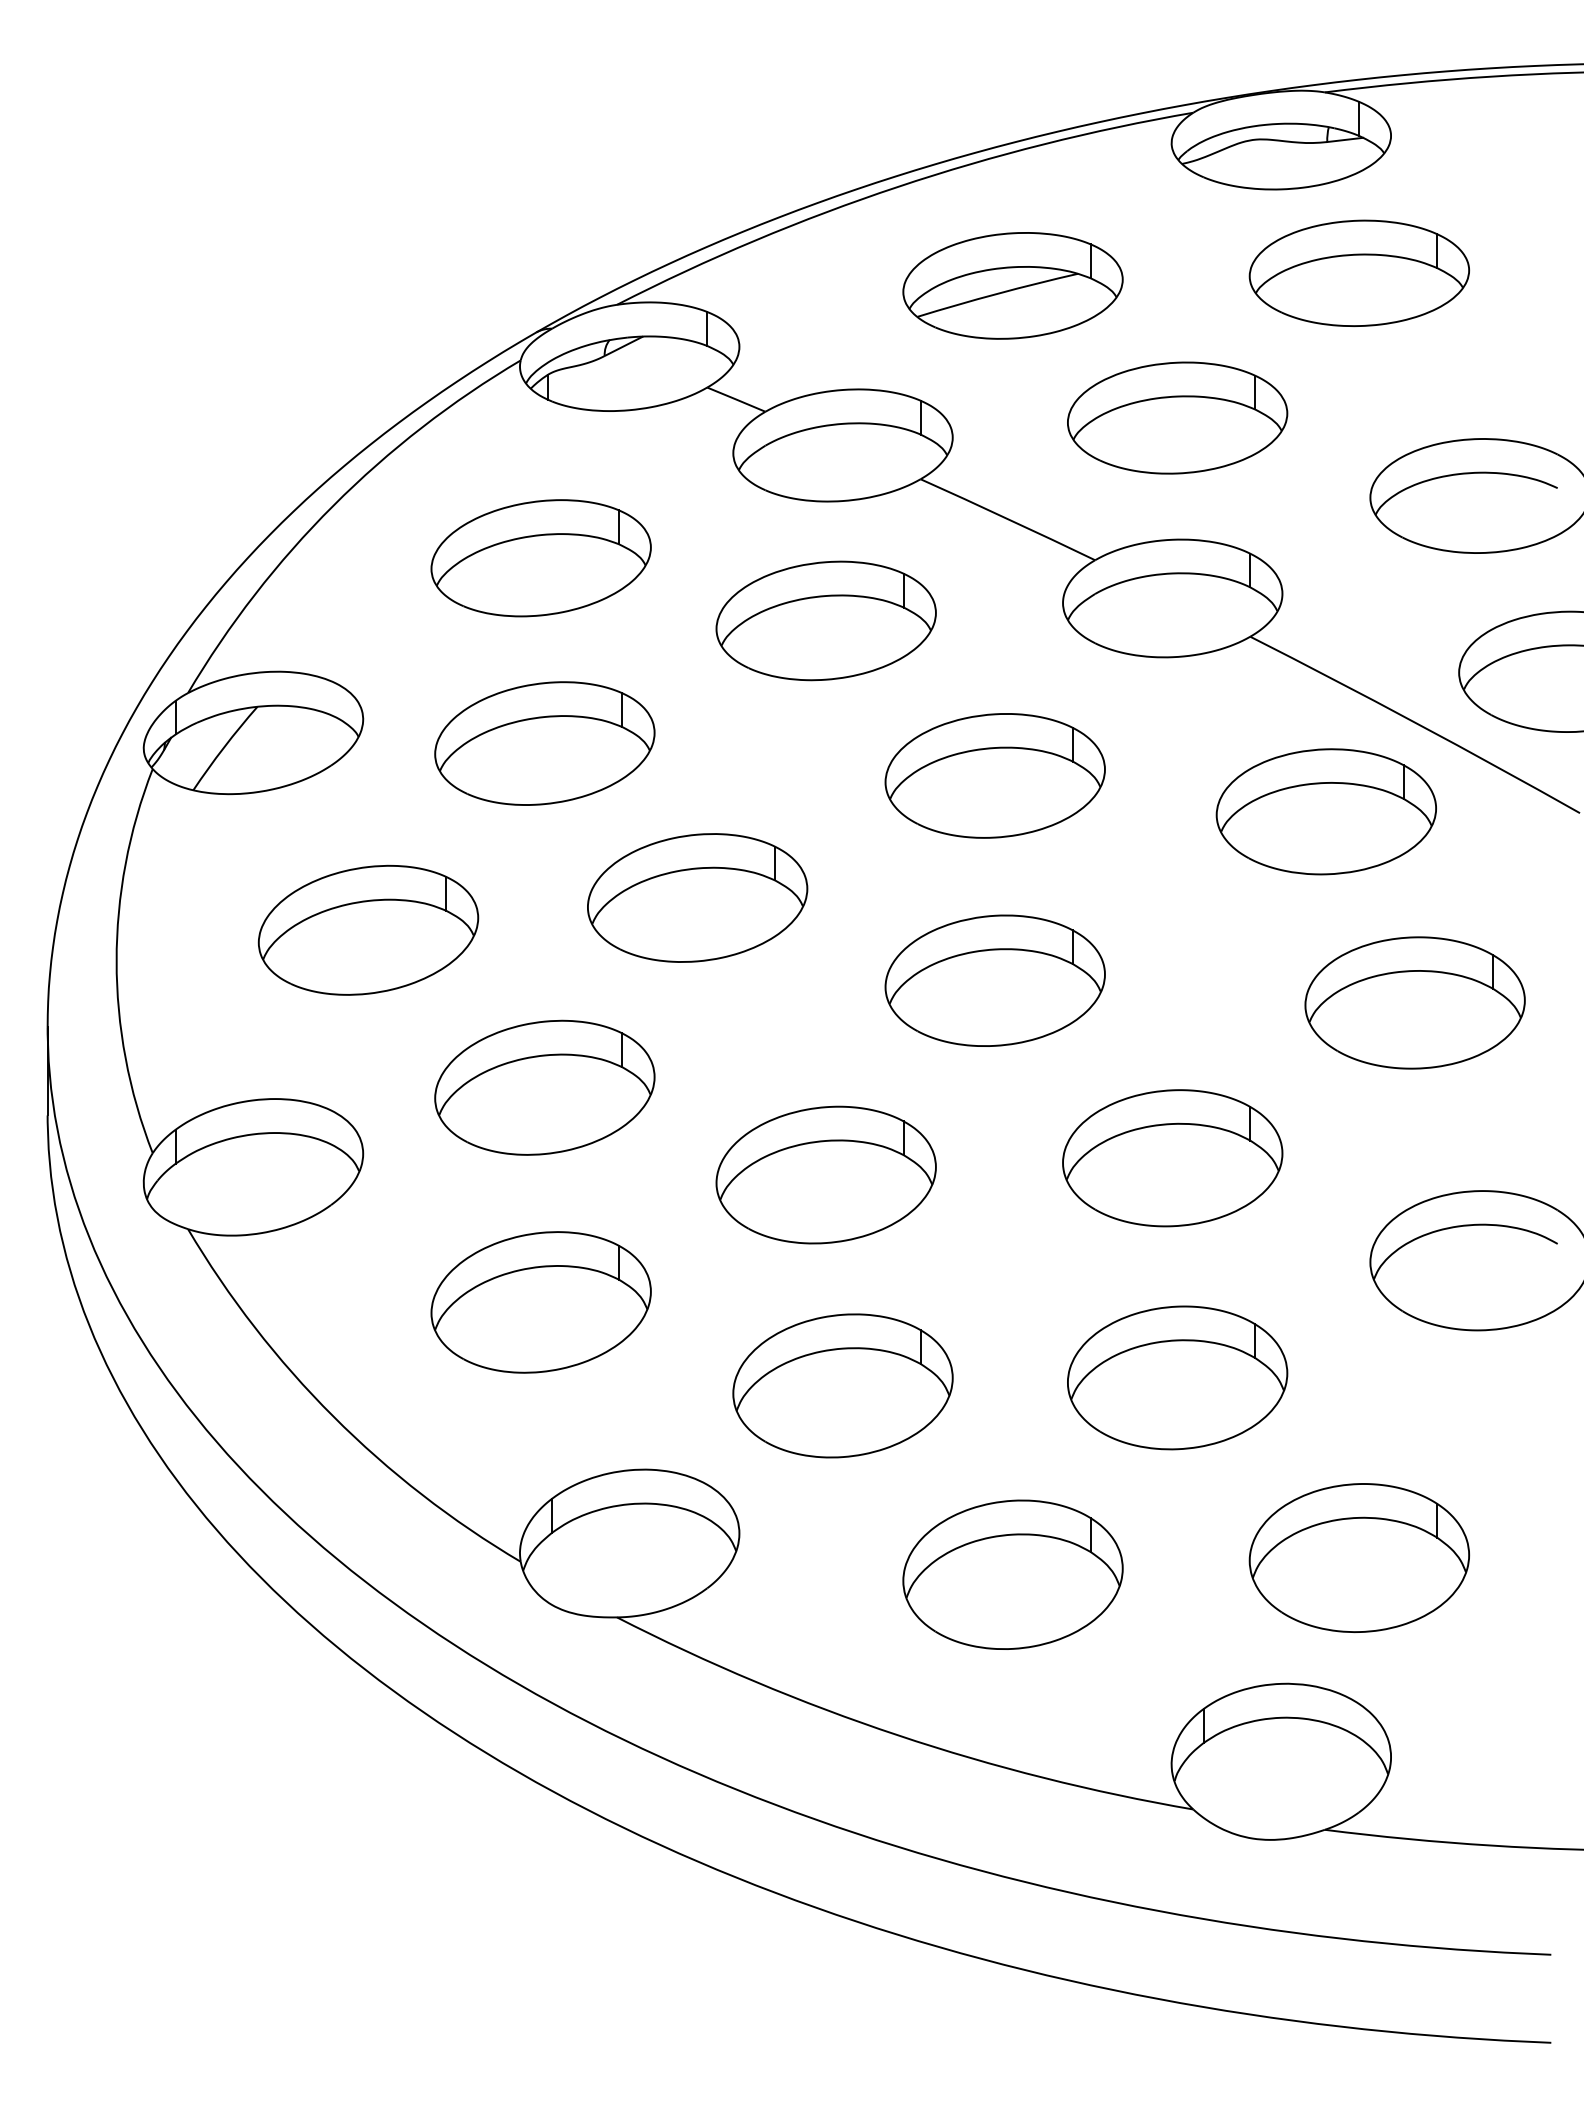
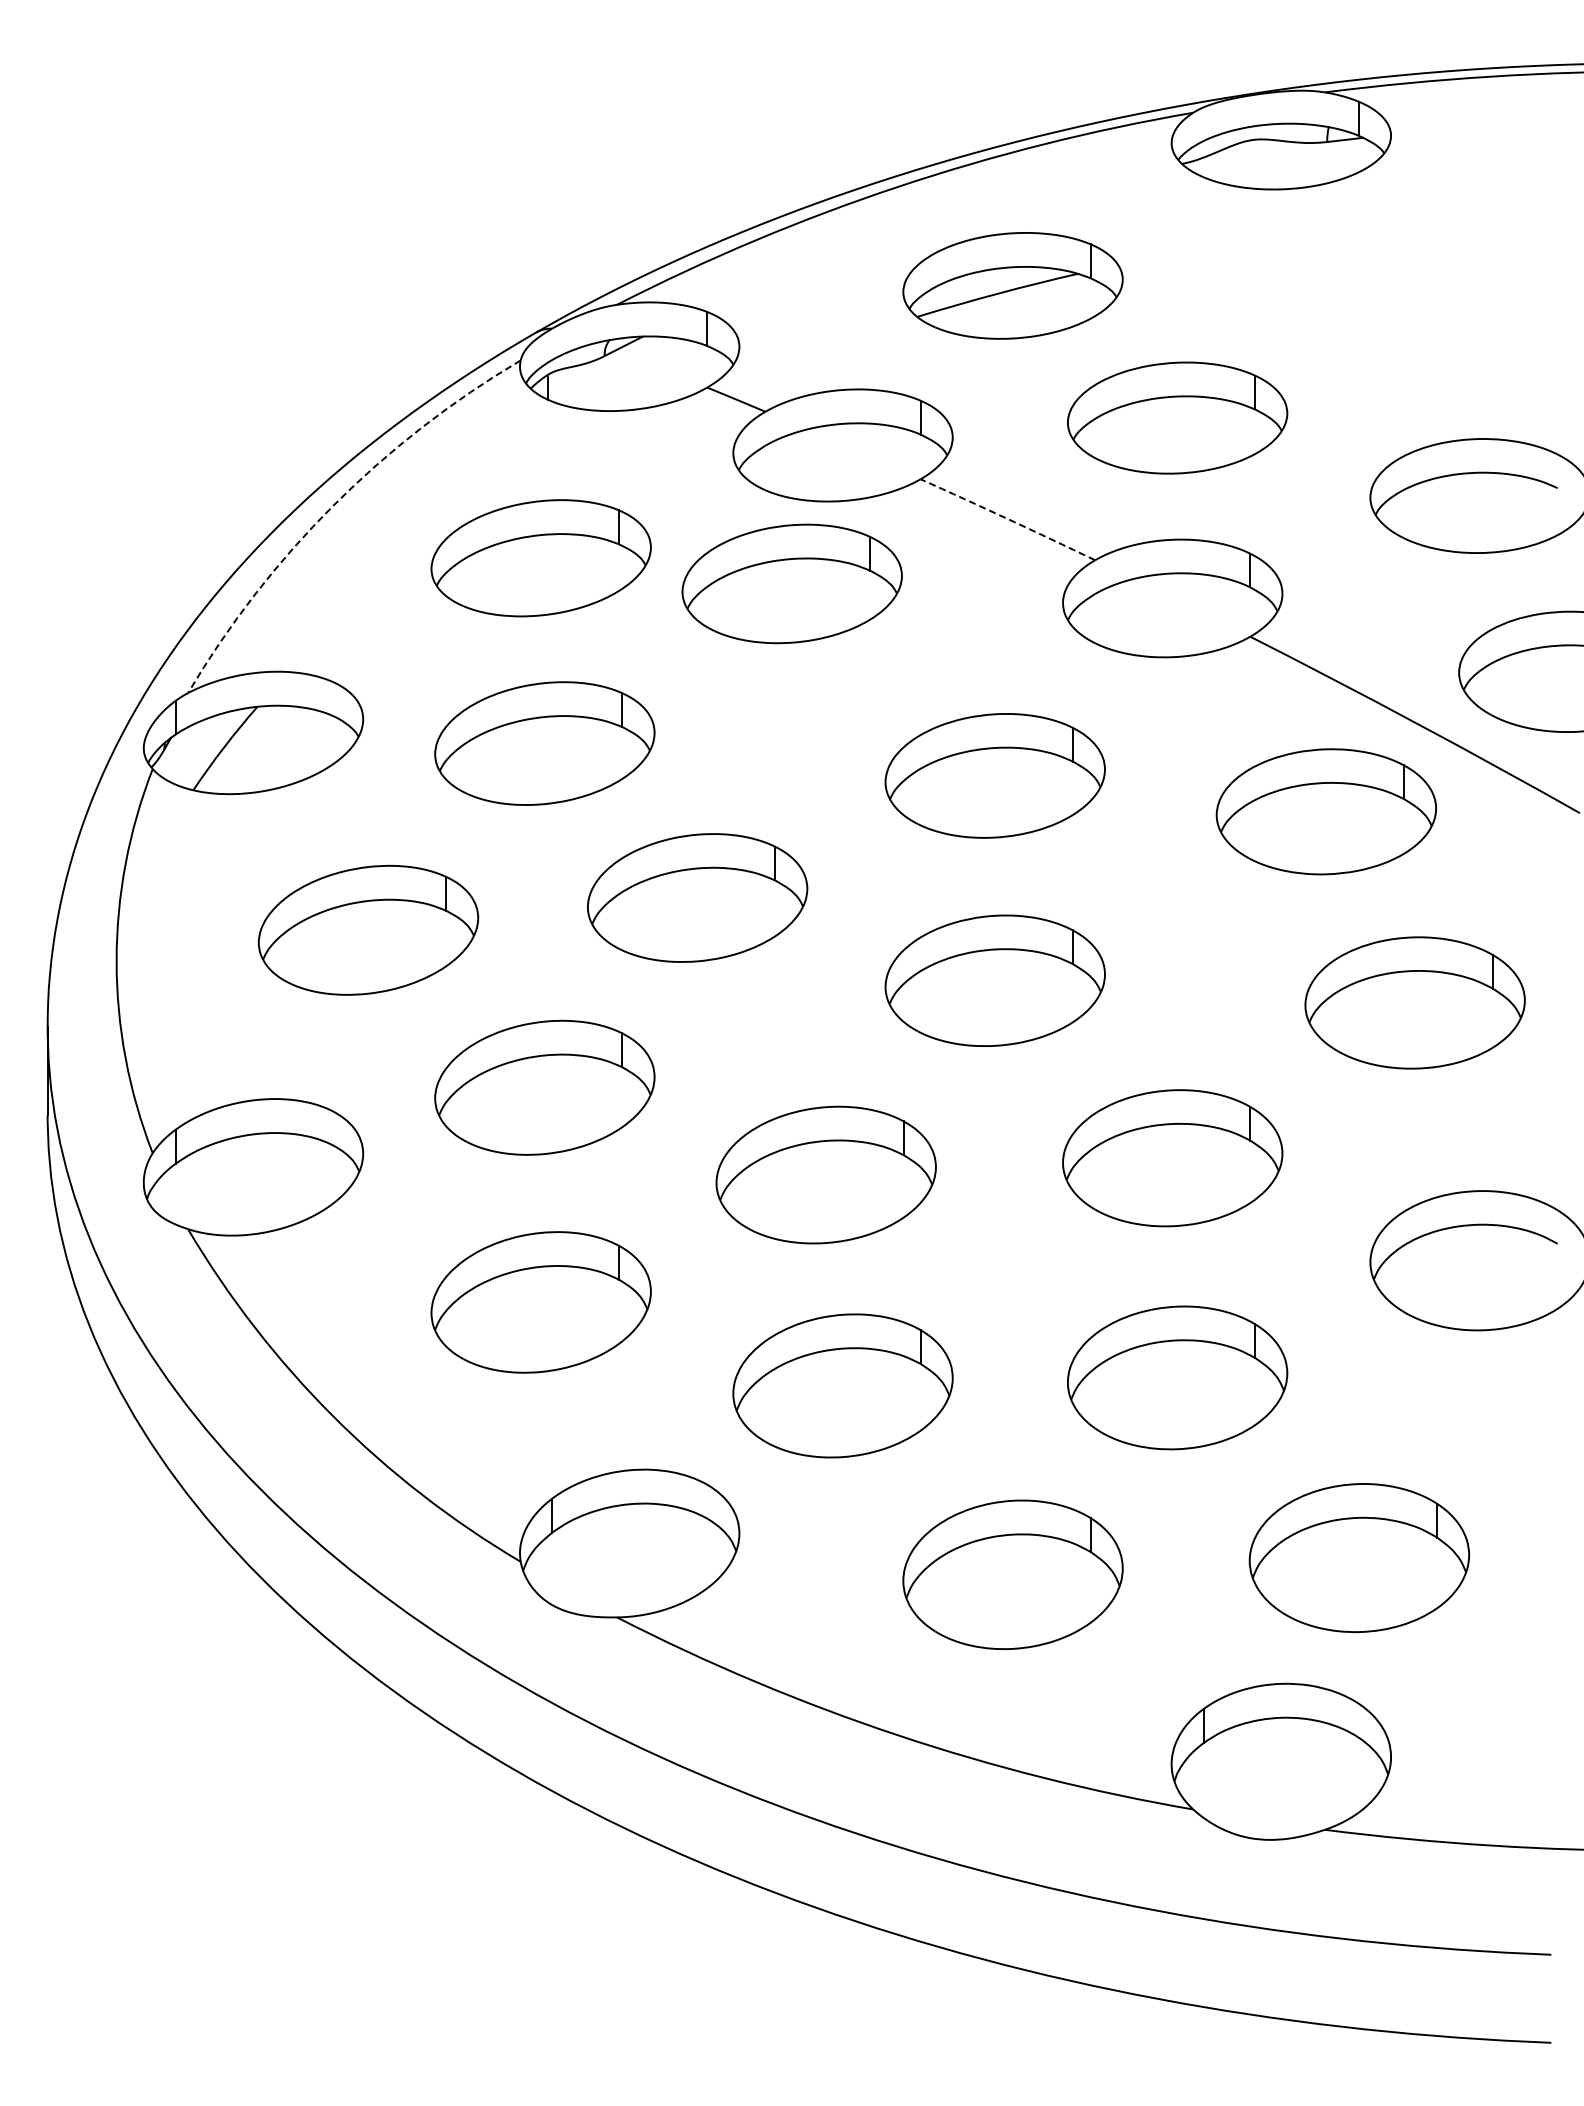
part at (1358, 272): present -> none
arc at (333, 505): solid -> dashed
arc at (1008, 519): solid -> dashed
part at (825, 620) position: (825, 620) -> (791, 583)
